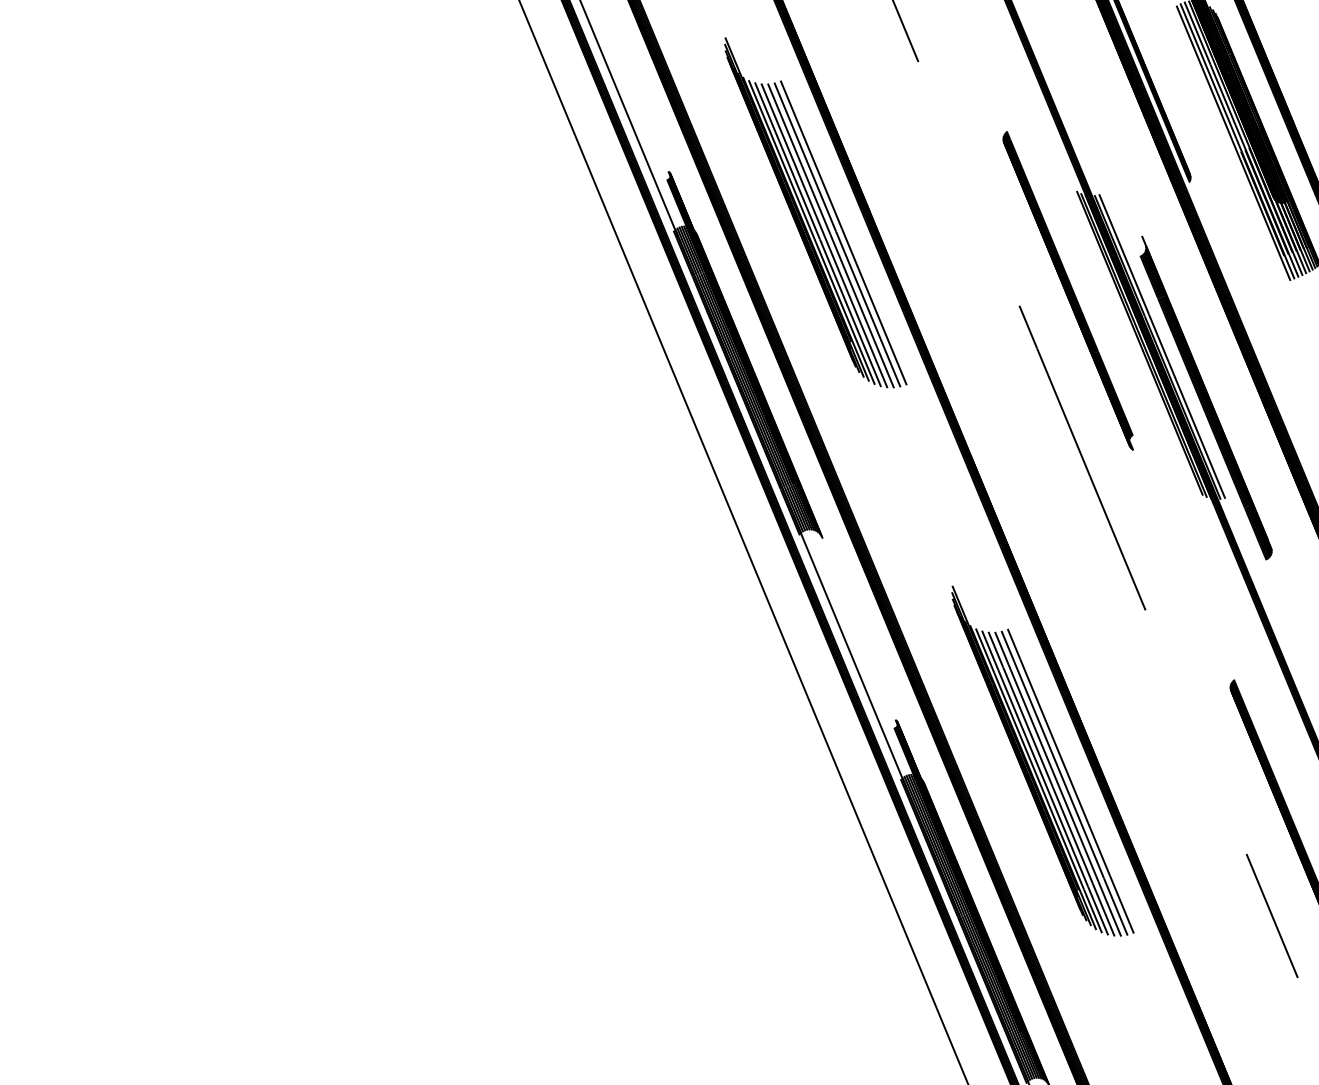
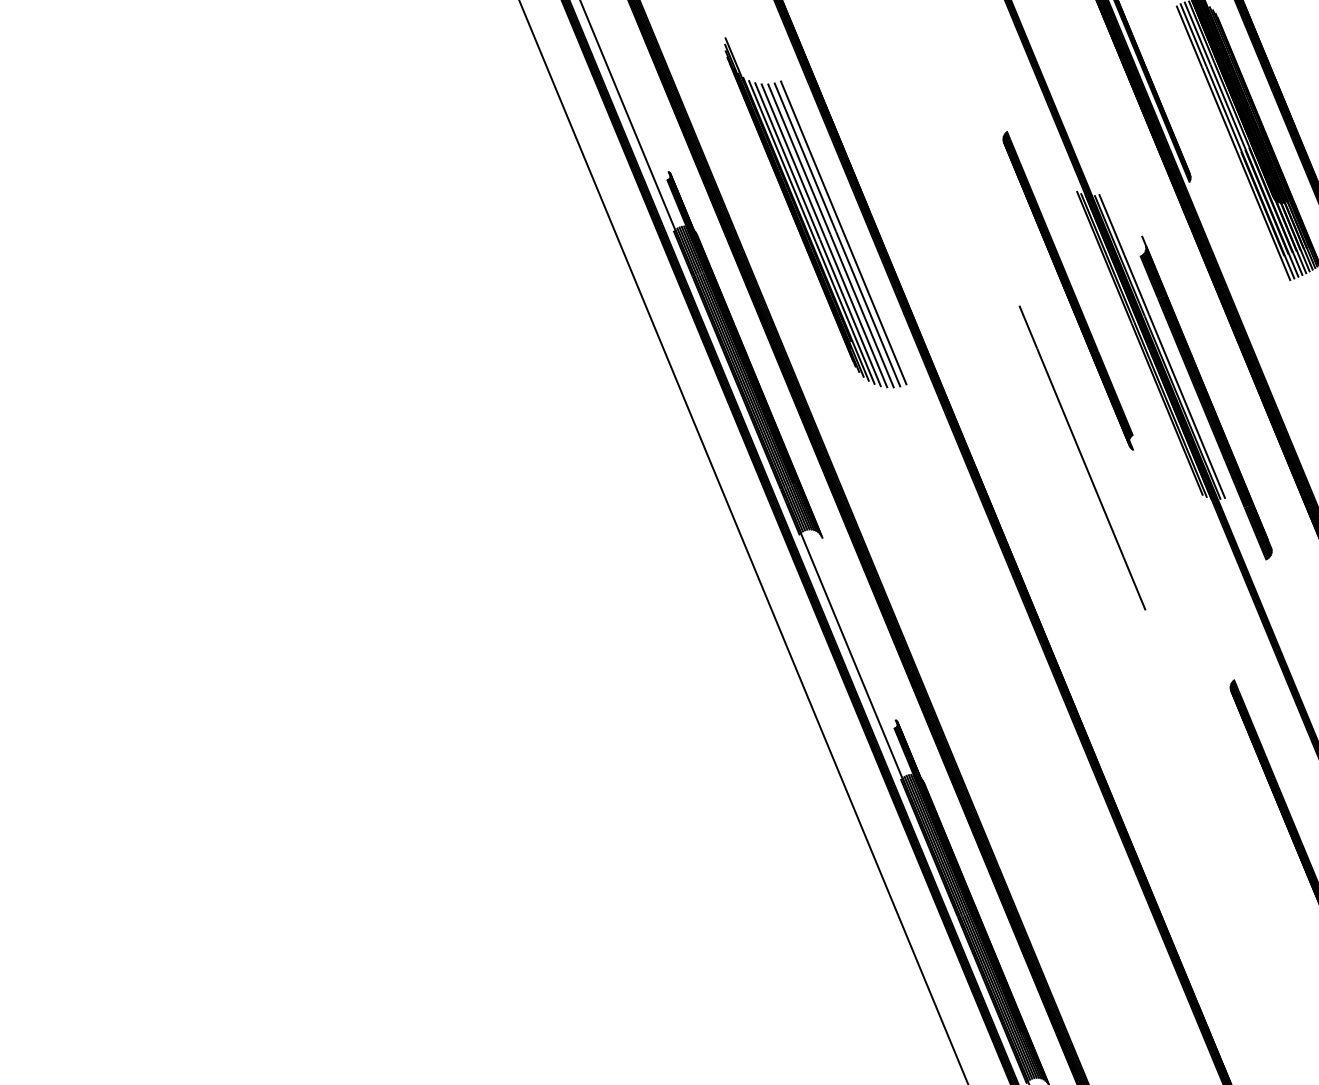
line at (905, 32): present -> none
part at (1042, 760): present -> none
line at (1271, 915): present -> none
